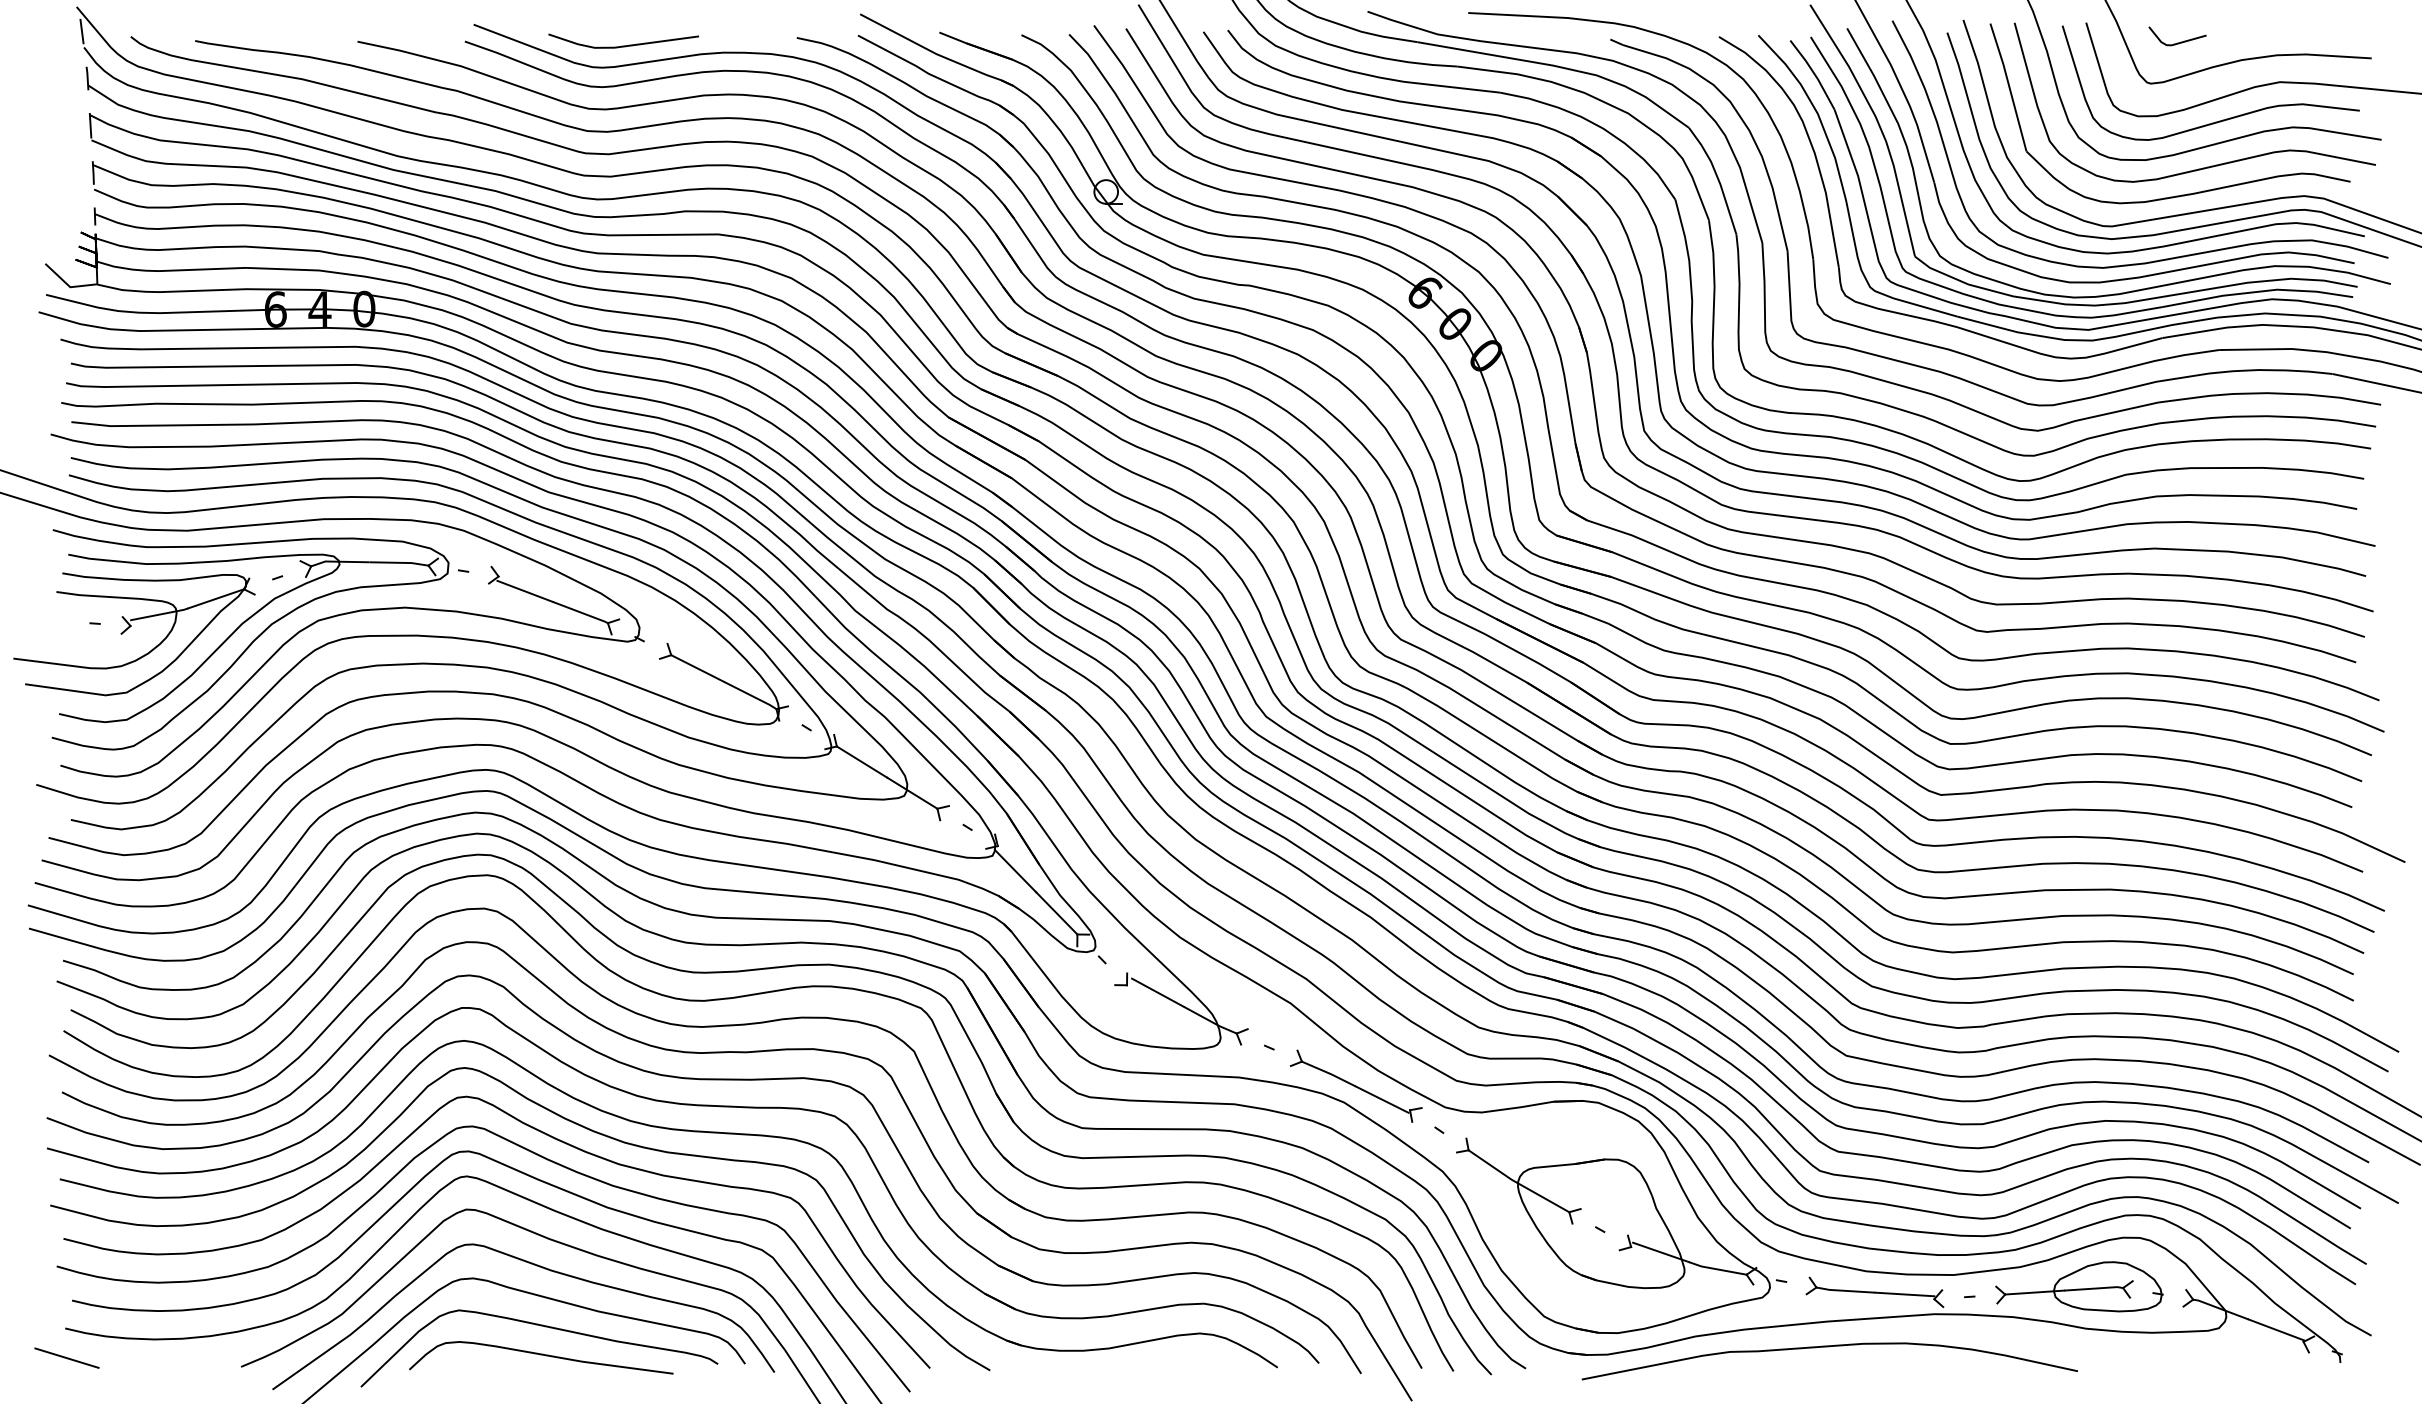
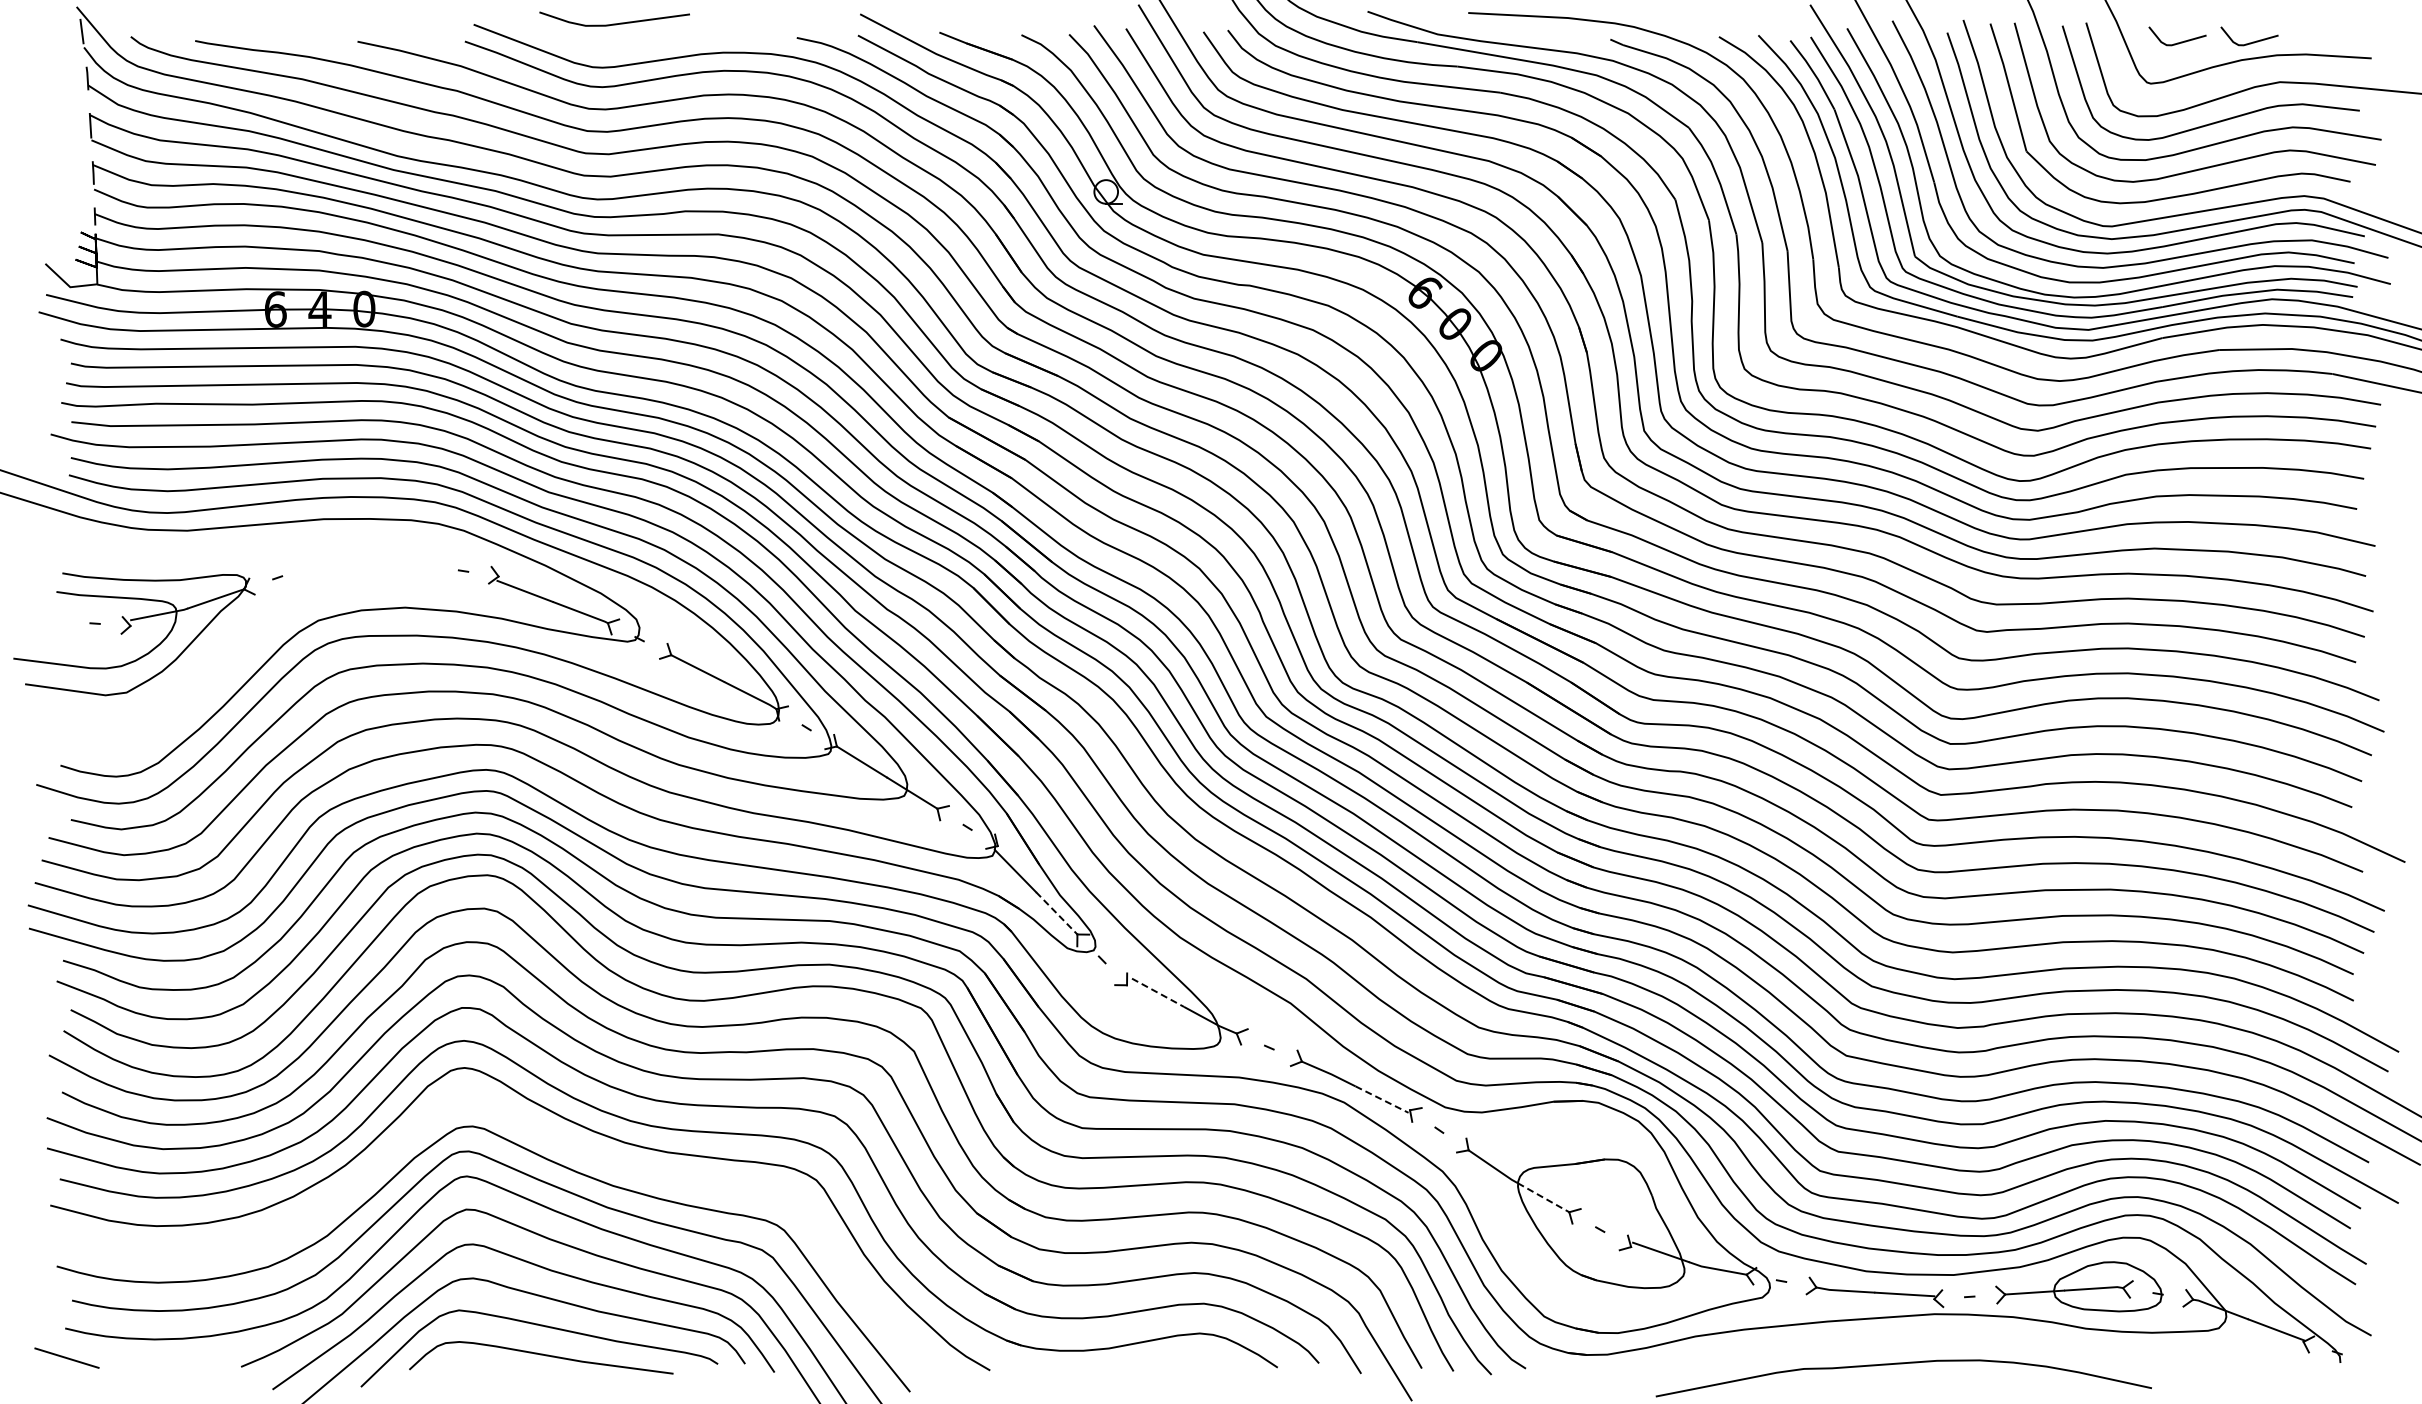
line at (2252, 41): none -> present
line at (623, 45) position: (623, 45) -> (614, 23)
part at (250, 639): present -> none
line at (1056, 913): solid -> dashed
line at (1158, 992): solid -> dashed
line at (1382, 1099): solid -> dashed
curve at (544, 1134): present -> none
line at (1543, 1197): solid -> dashed
curve at (1829, 1347) position: (1829, 1347) -> (1903, 1364)
